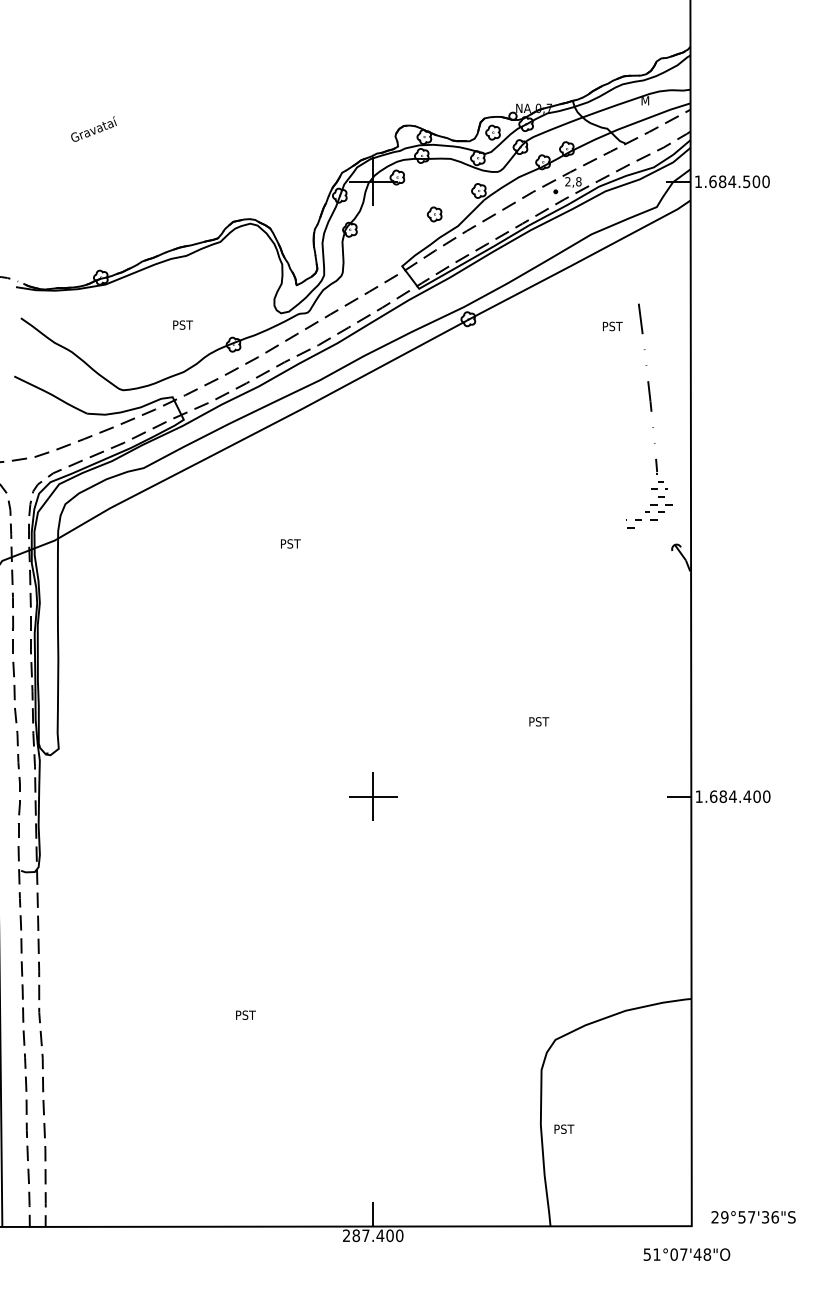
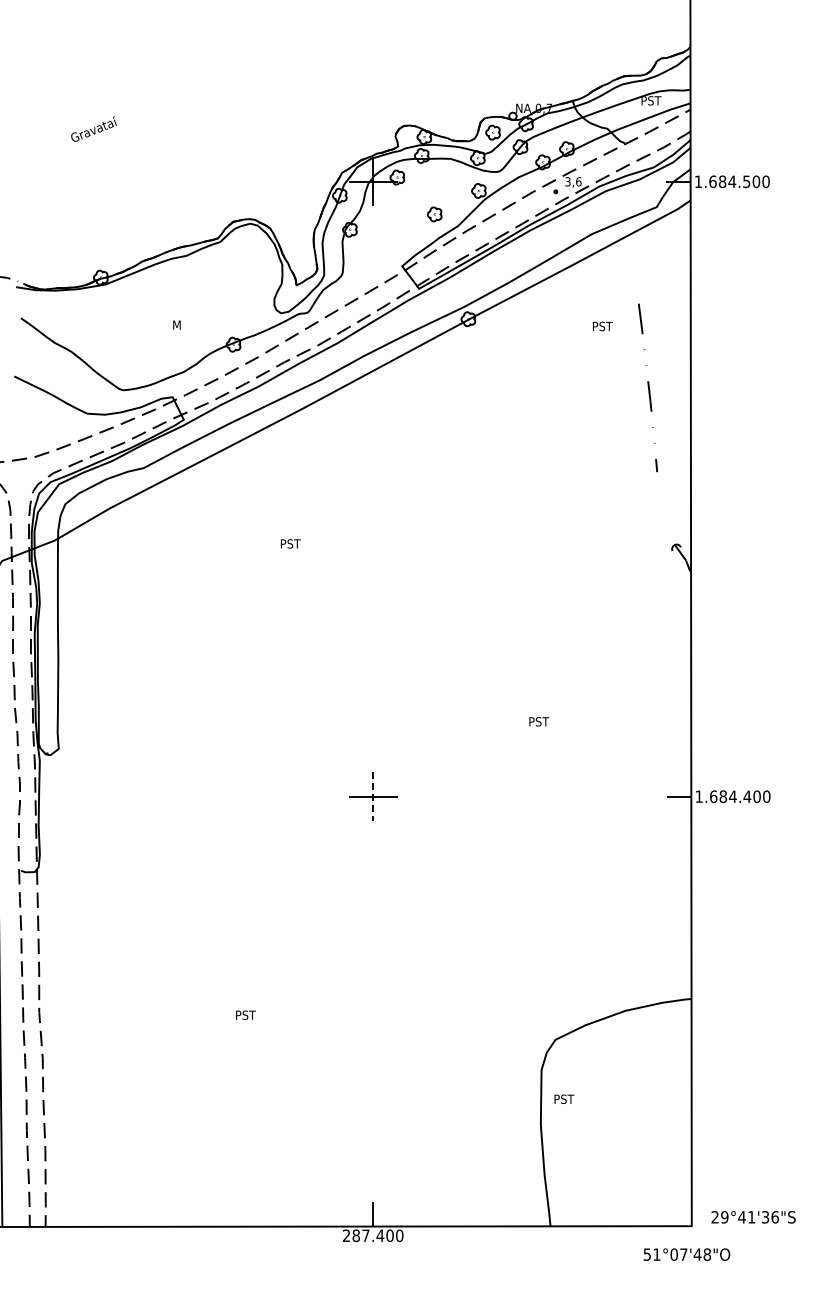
text at (651, 100): M -> PST
text at (573, 181): 2,8 -> 3,6
text at (183, 324): PST -> M
text at (612, 326) position: (612, 326) -> (602, 326)
hatch at (648, 500): present -> none
line at (373, 796): solid -> dashed
text at (564, 1128) position: (564, 1128) -> (564, 1098)
text at (746, 1217): 29°57'36"S -> 29°41'36"S
